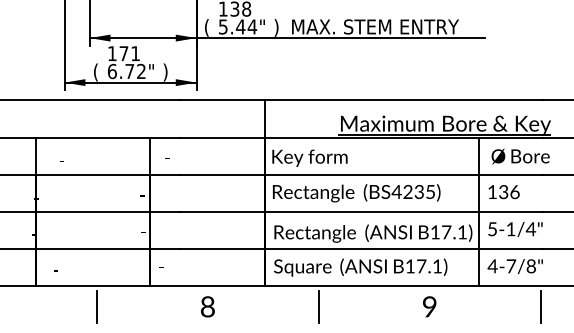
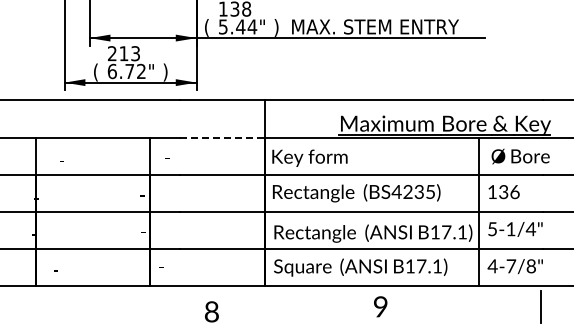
text at (123, 53): 171 -> 213
line at (222, 137): solid -> dashed
line at (96, 306): present -> none
text at (207, 306) position: (207, 306) -> (211, 311)
line at (318, 306): present -> none
text at (429, 306) position: (429, 306) -> (380, 306)
